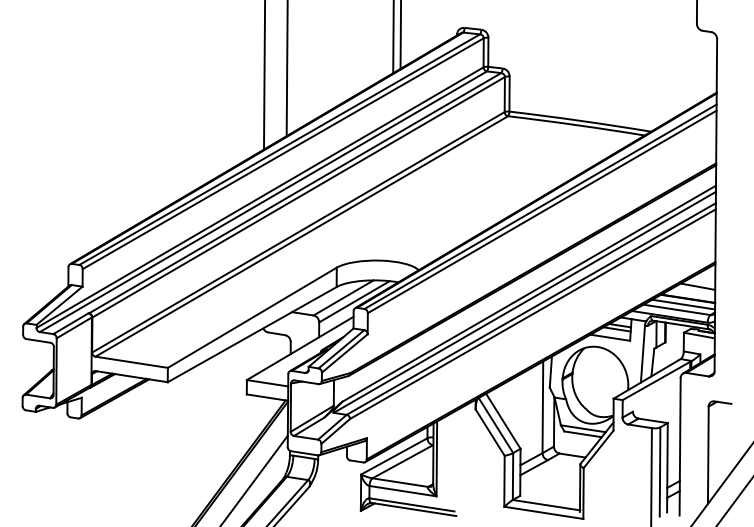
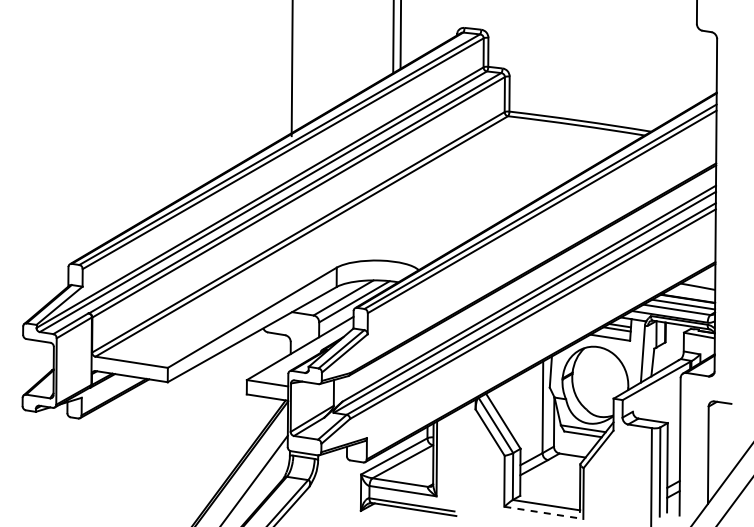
line at (286, 69) position: (286, 69) -> (291, 69)
line at (264, 75): present -> none
line at (543, 512): solid -> dashed
